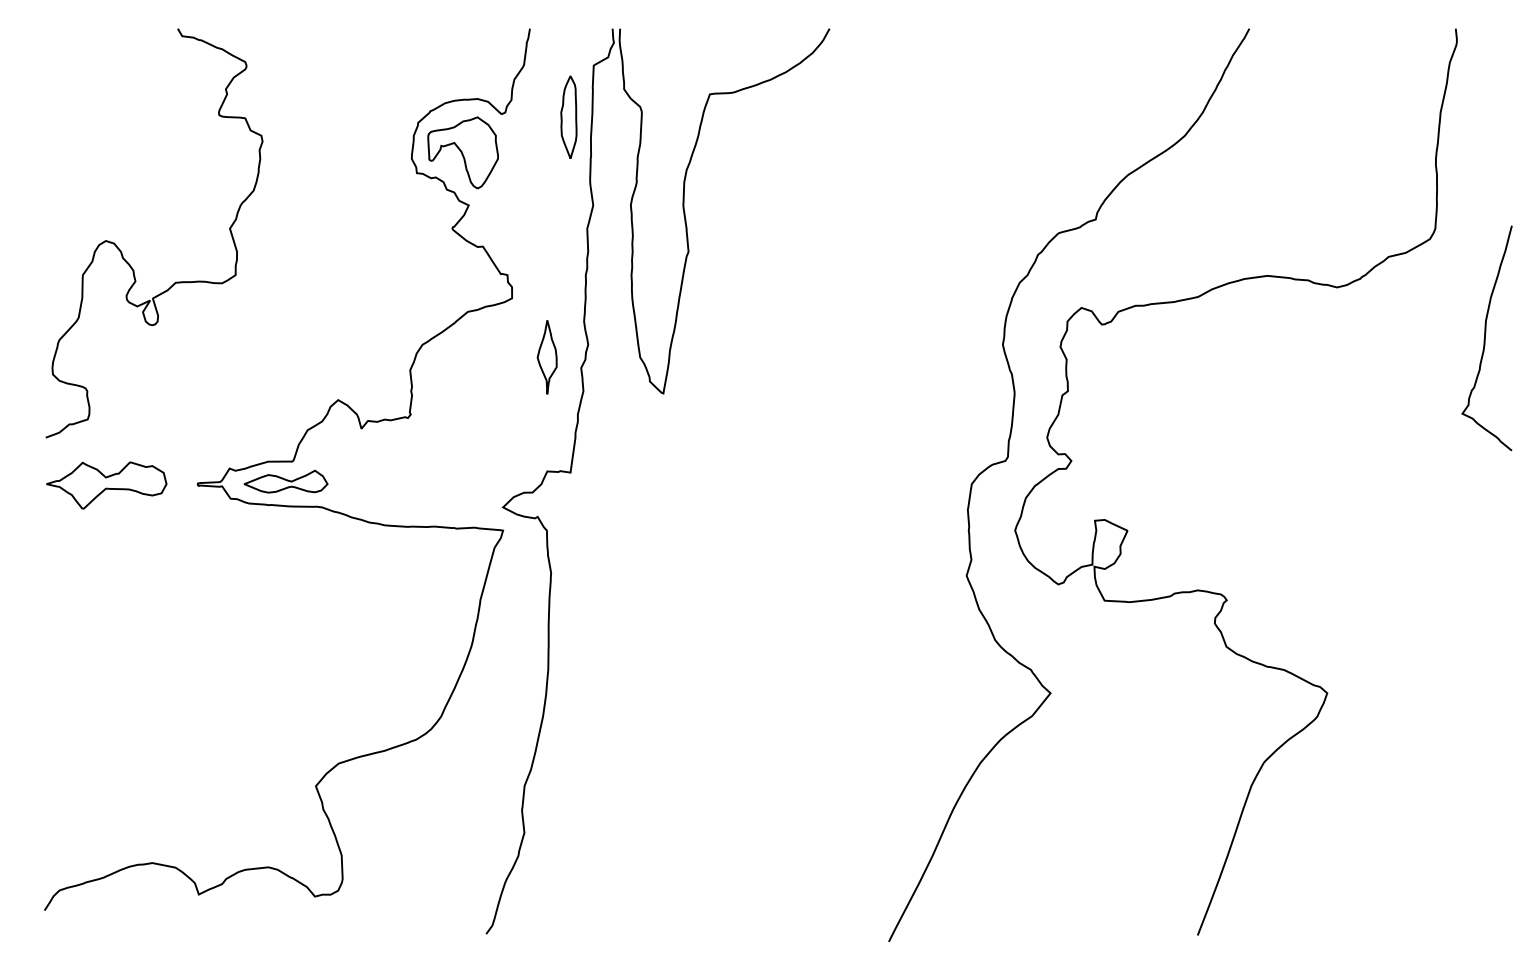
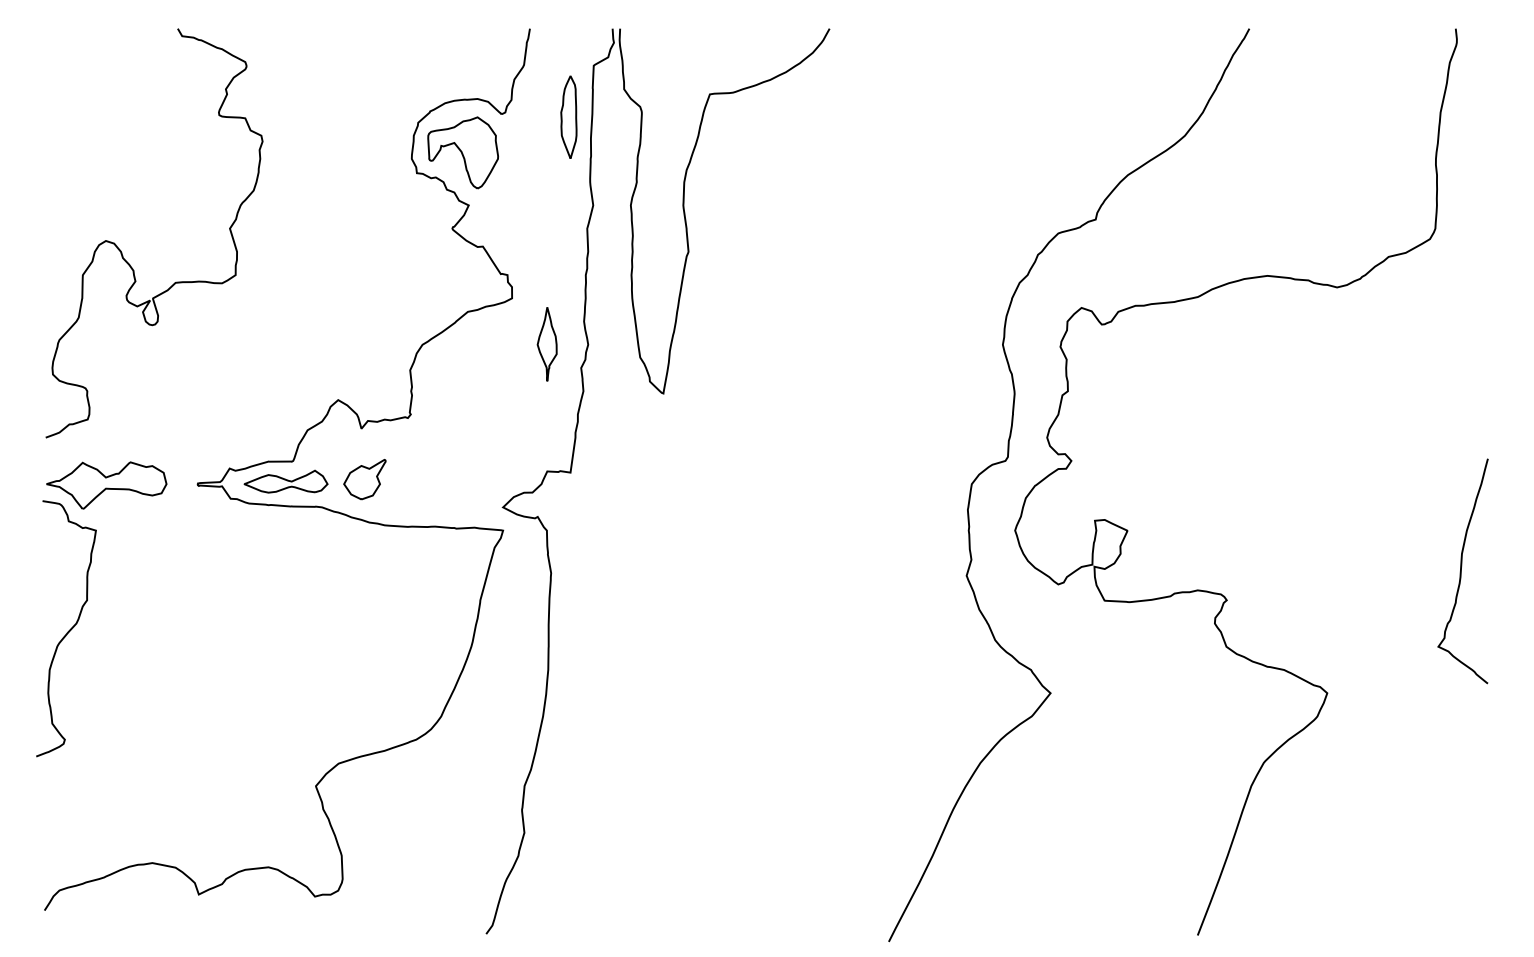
curve at (1485, 338) position: (1485, 338) -> (1461, 571)
part at (546, 357) position: (546, 357) -> (546, 344)
part at (364, 479): none -> present
curve at (68, 630): none -> present
